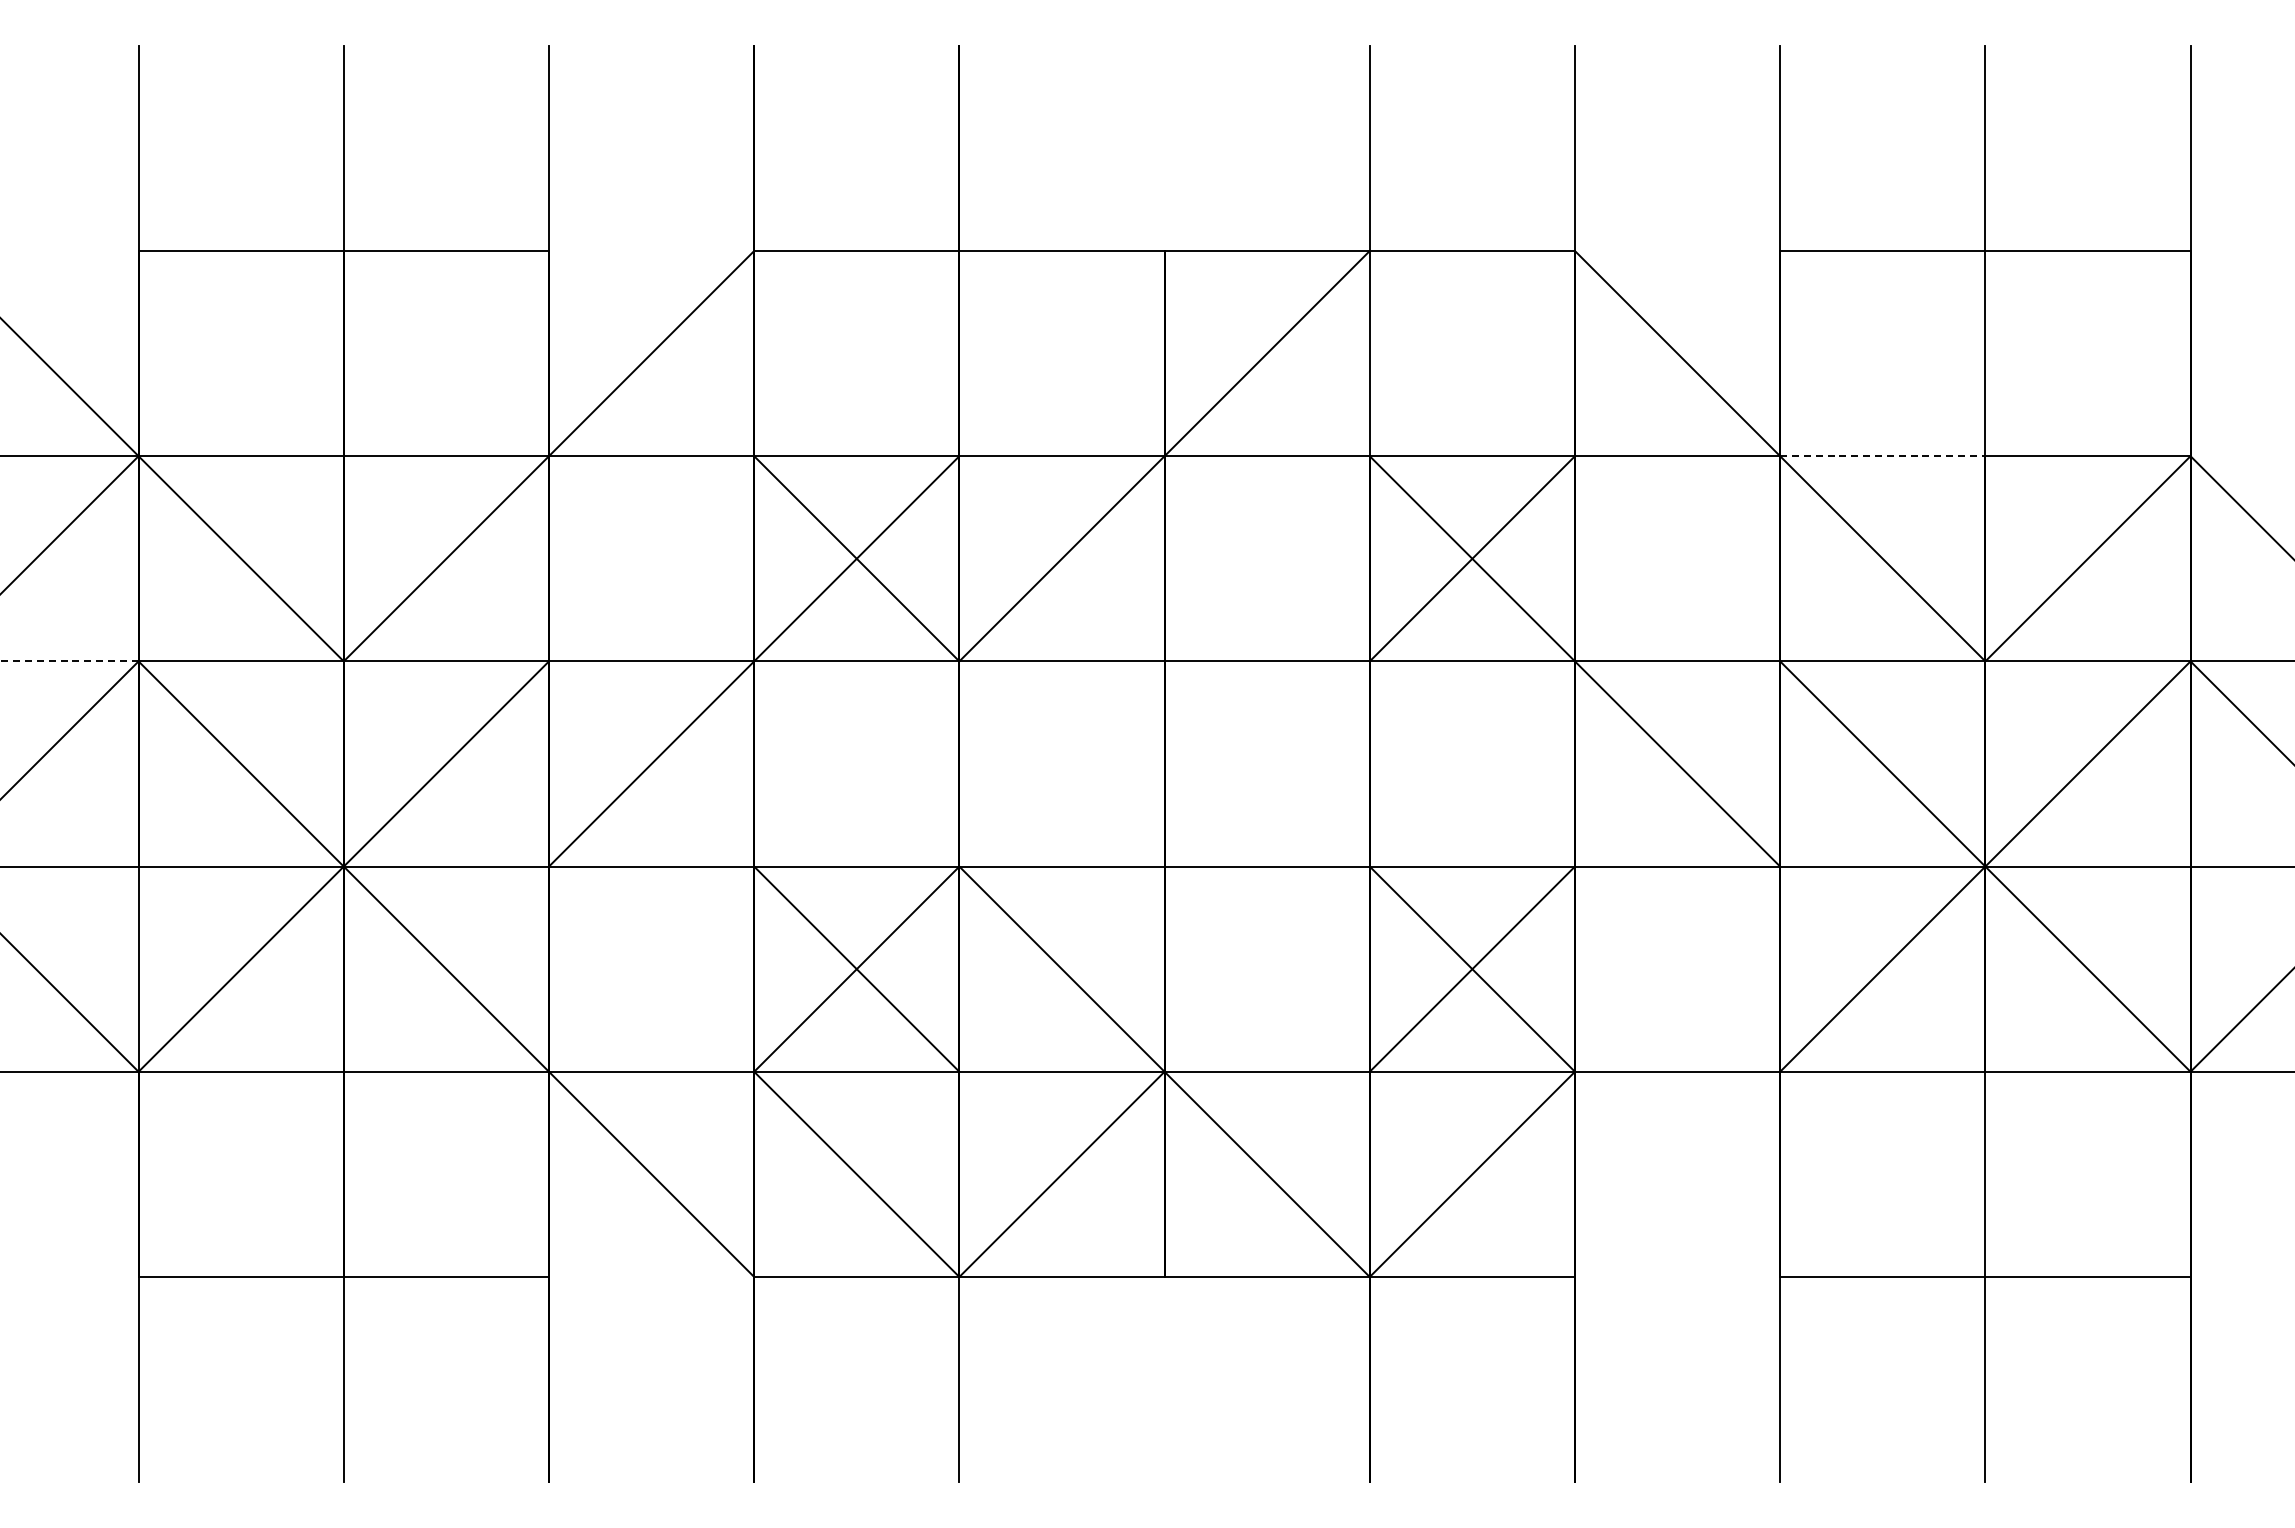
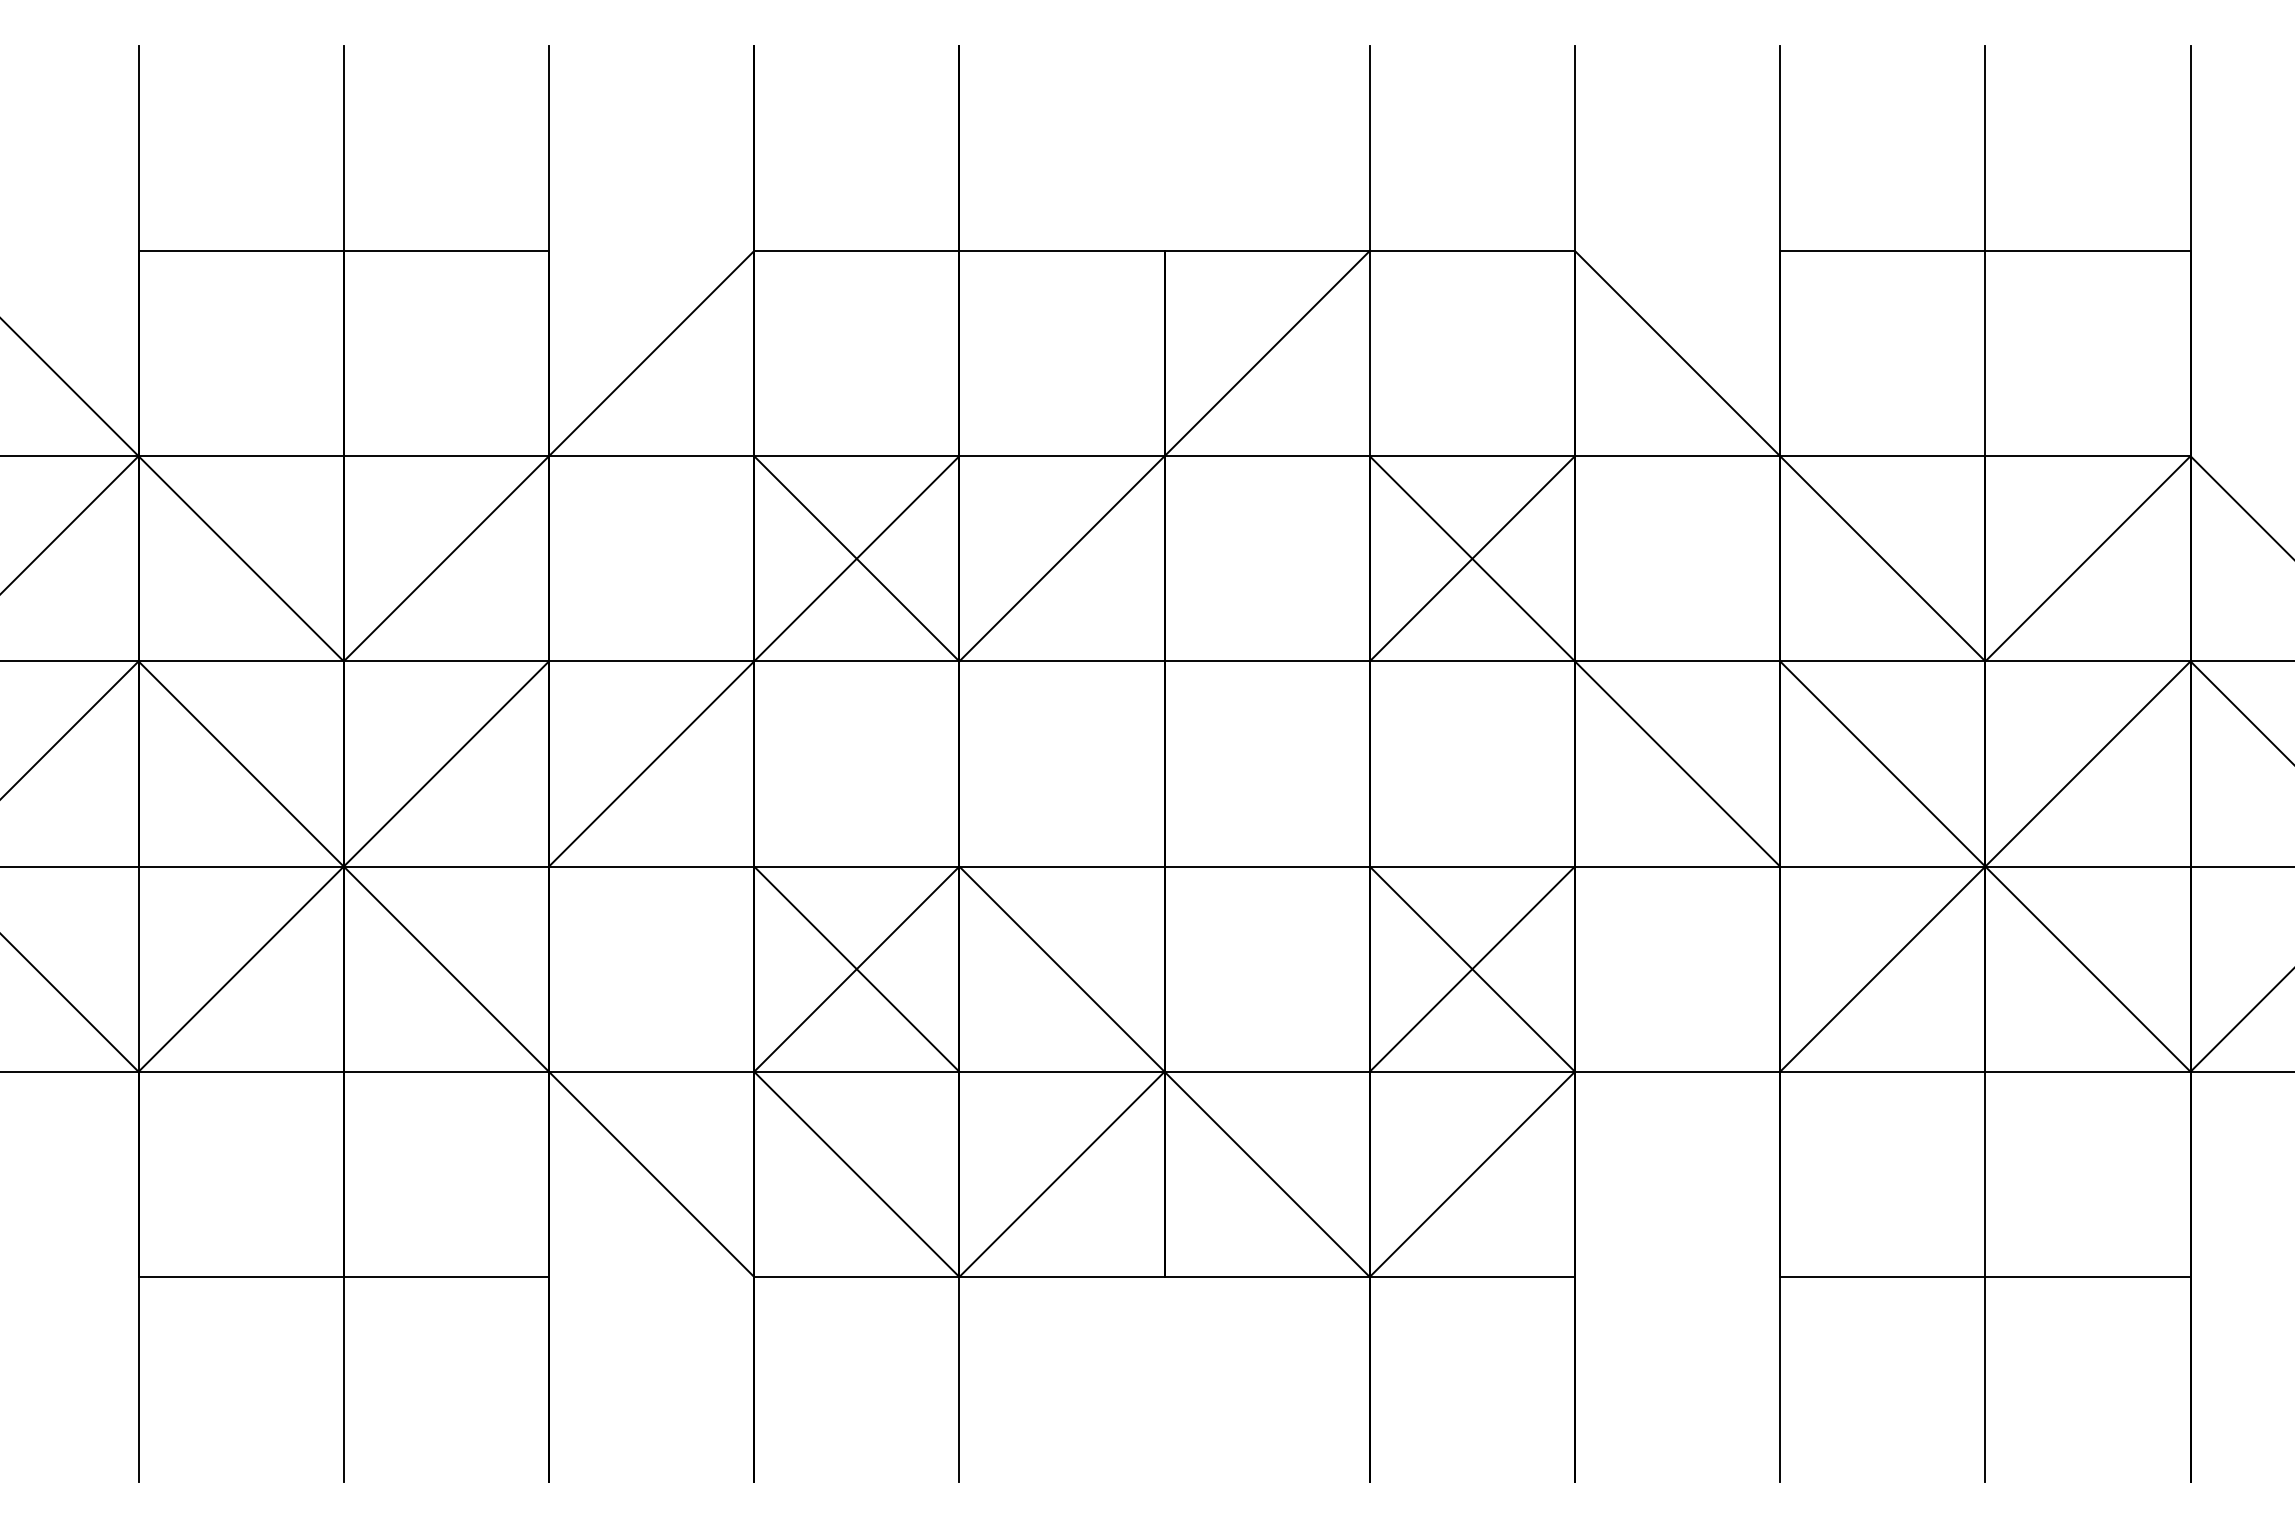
line at (1882, 456): dashed -> solid
line at (68, 661): dashed -> solid
